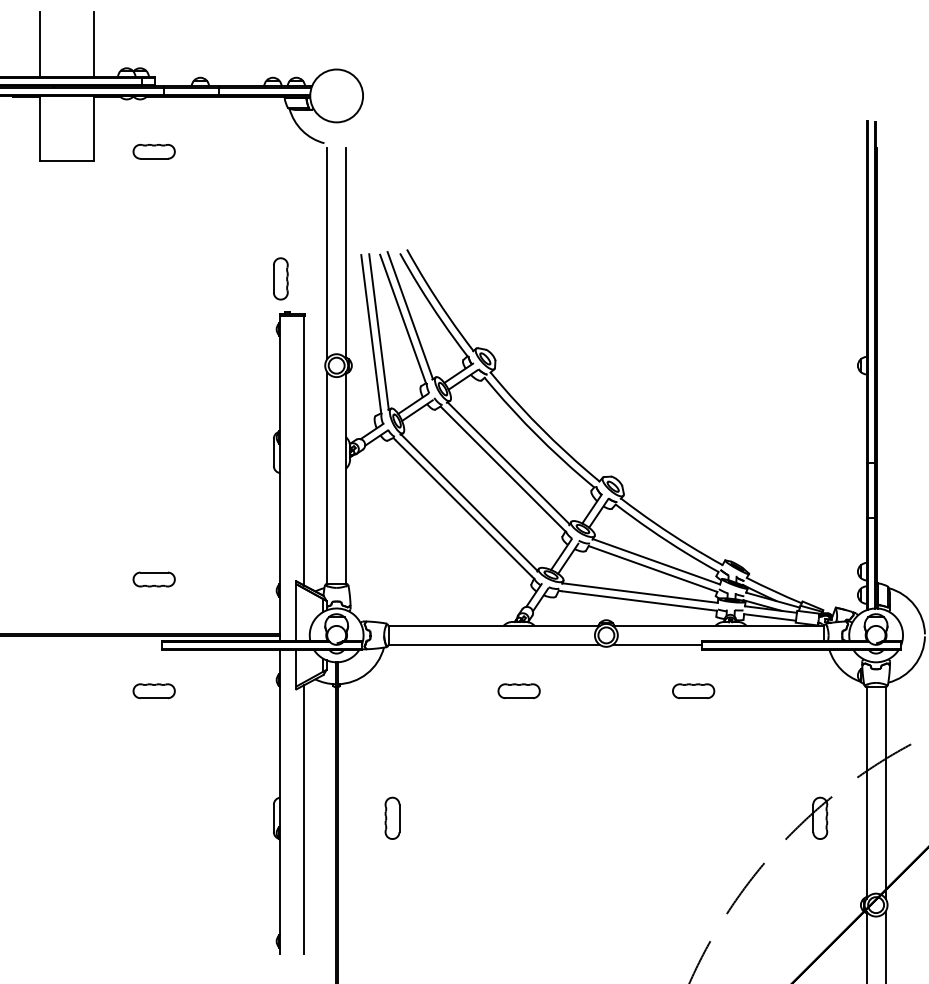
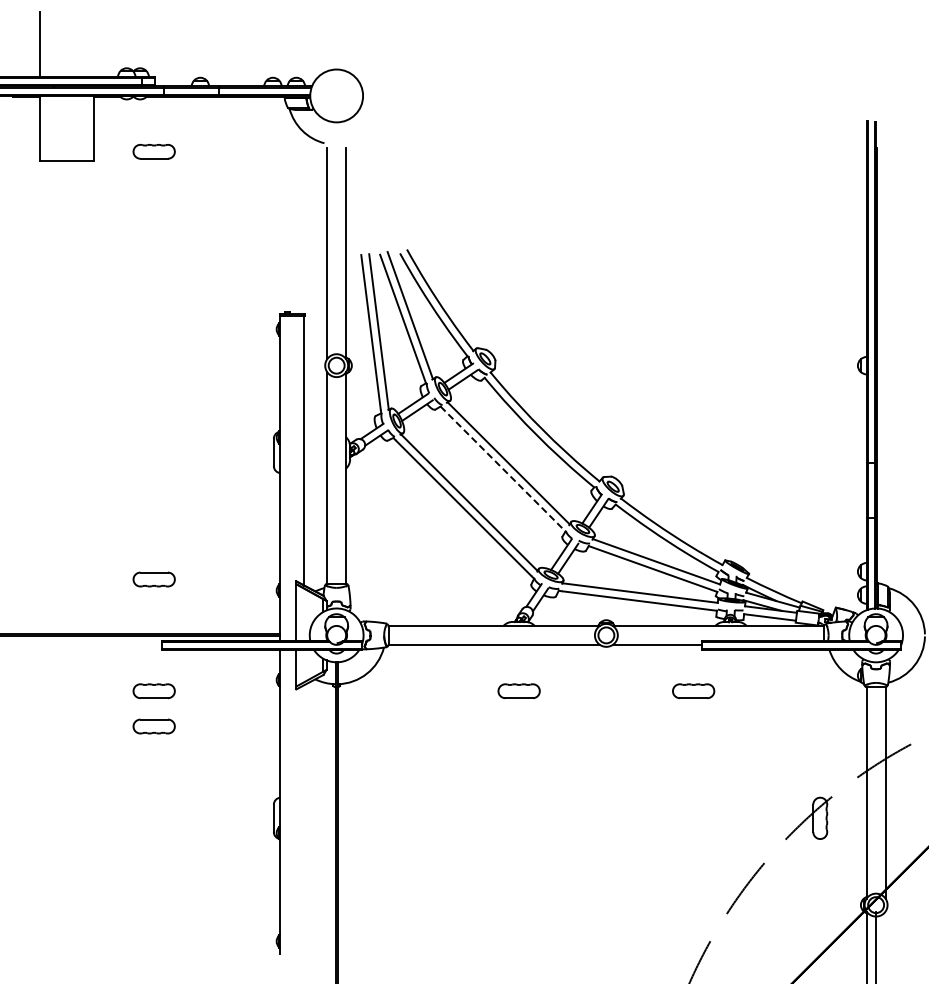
line at (94, 44): present -> none
part at (280, 278): present -> none
line at (503, 469): solid -> dashed
part at (153, 726): none -> present
part at (392, 817): present -> none
line at (304, 819): present -> none
line at (885, 945) position: (885, 945) -> (875, 945)
